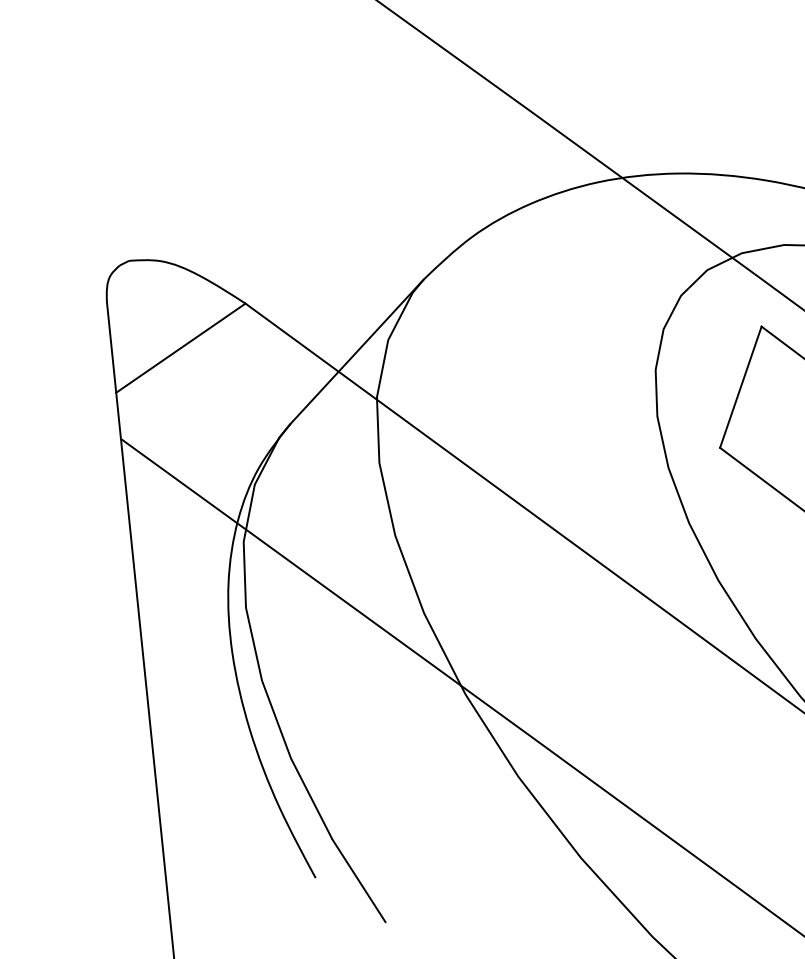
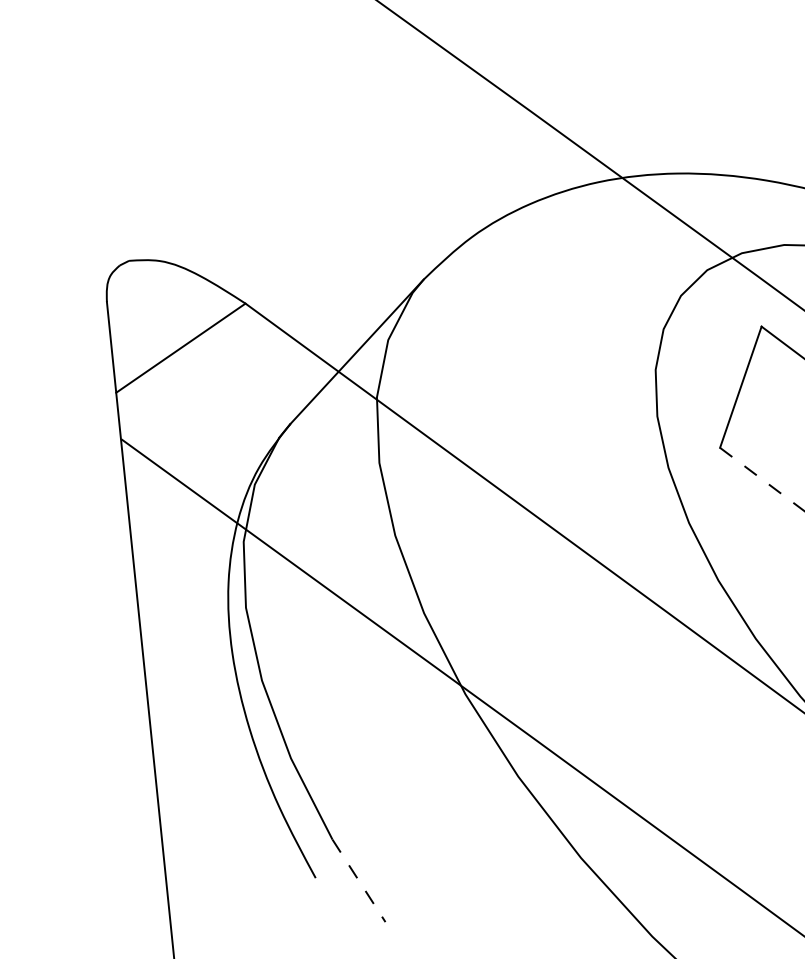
line at (762, 479): solid -> dashed
line at (359, 880): solid -> dashed
